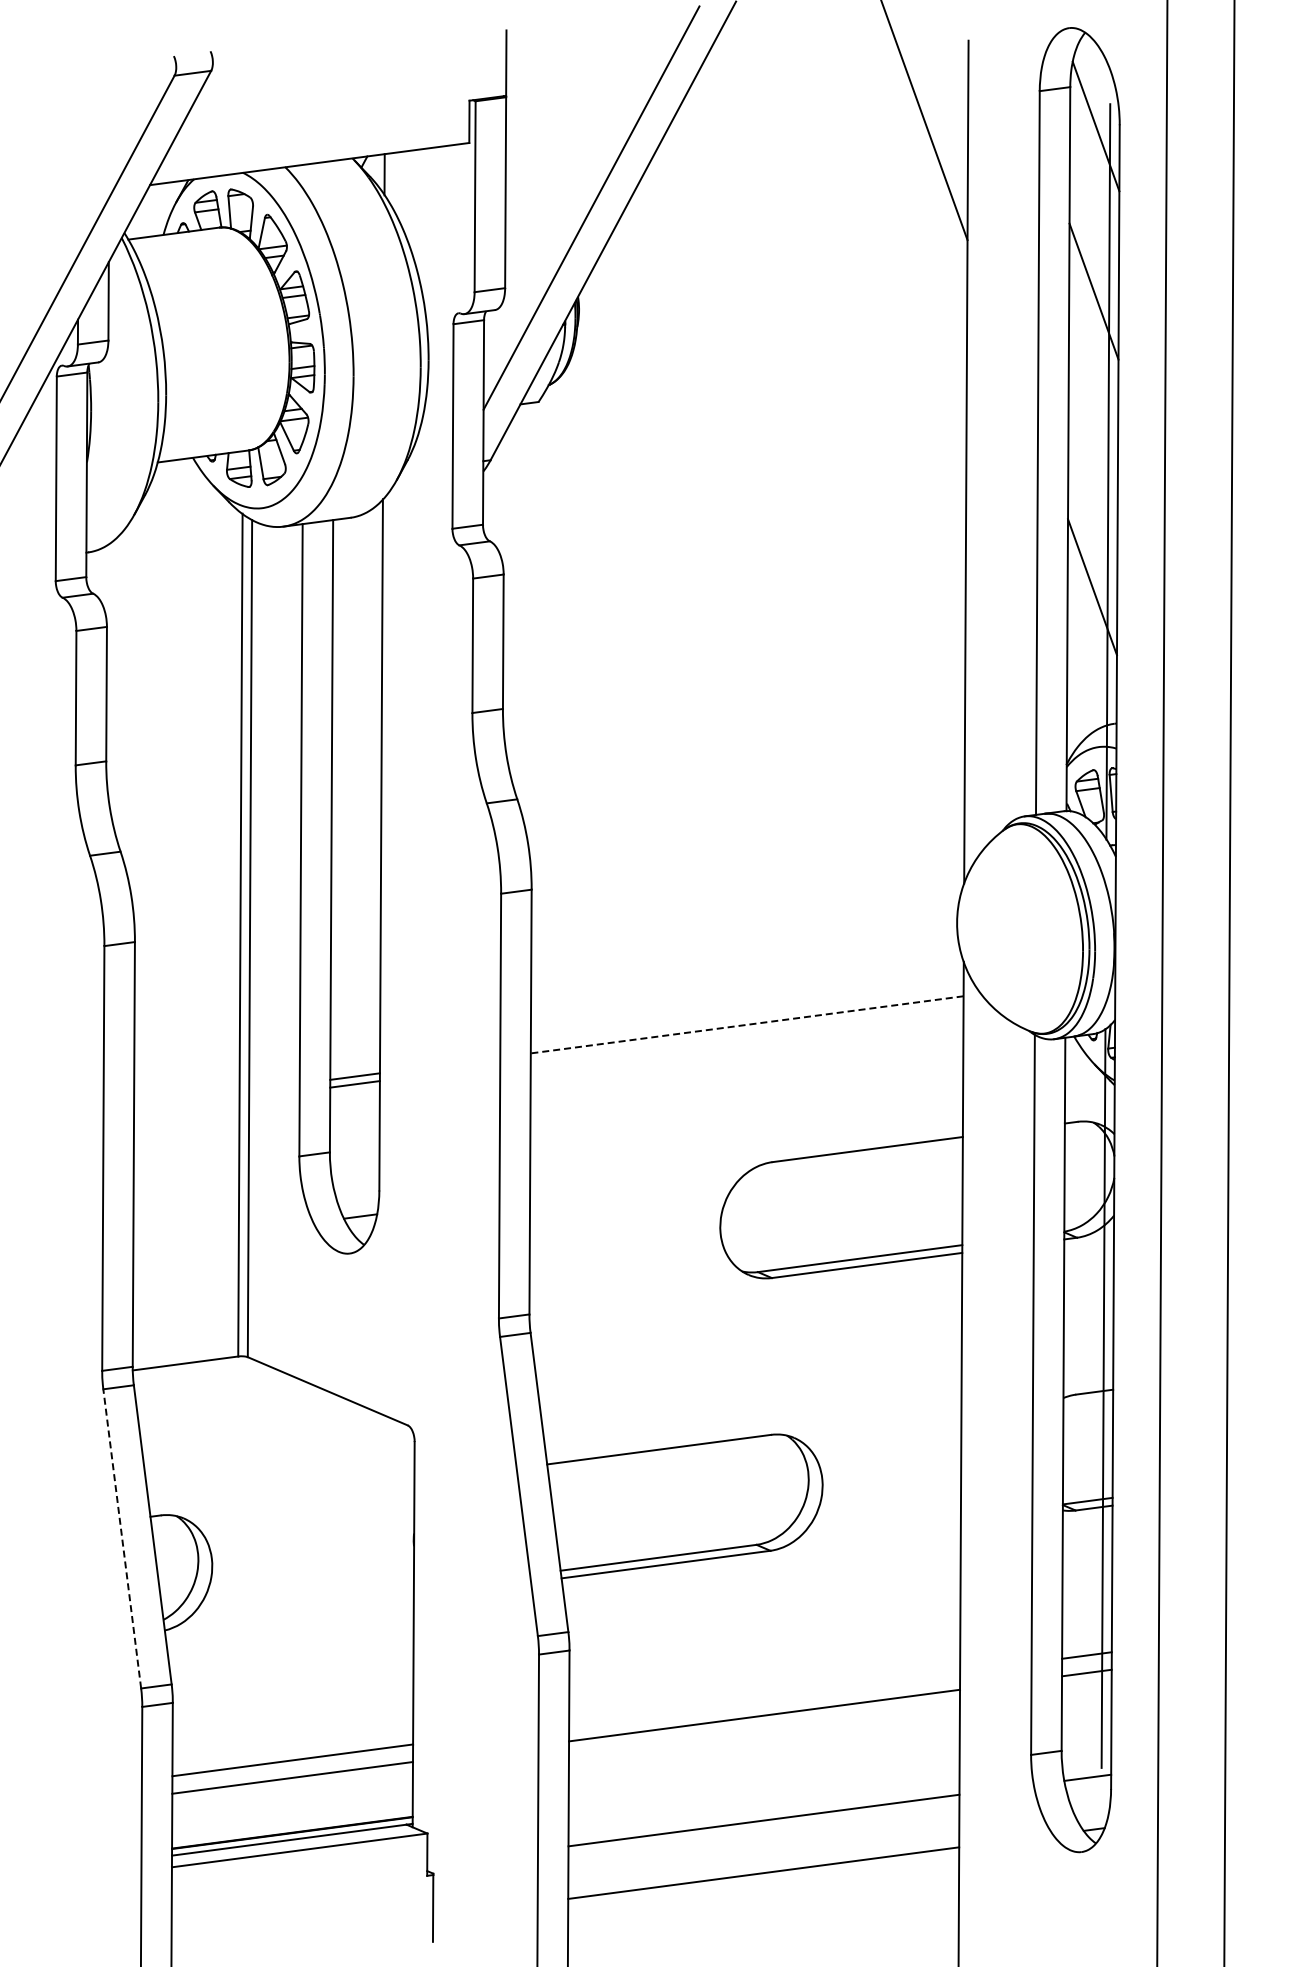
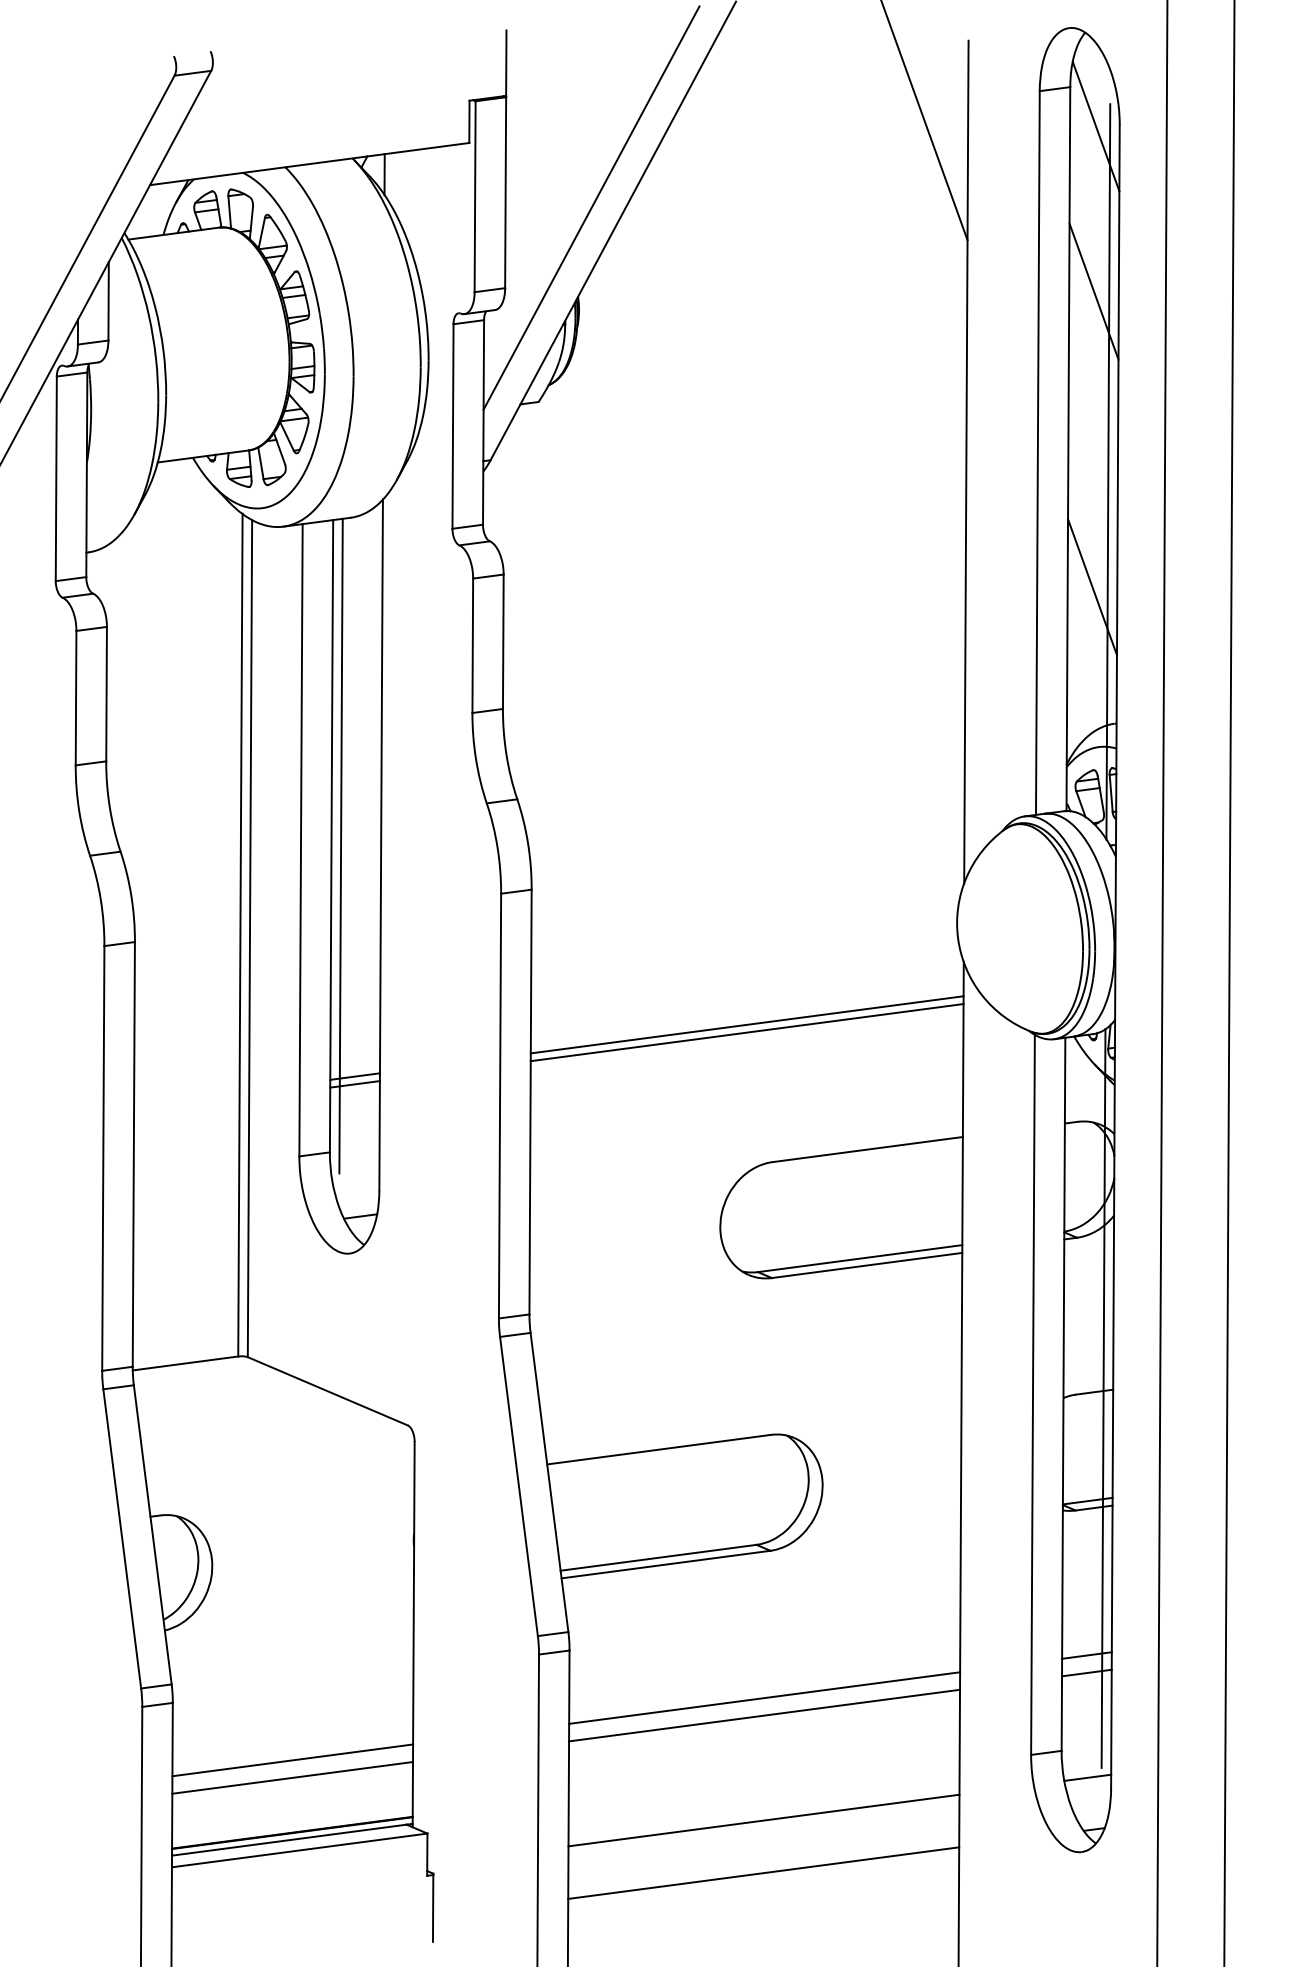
line at (340, 845): none -> present
line at (746, 1024): dashed -> solid
line at (746, 1032): none -> present
line at (122, 1538): dashed -> solid
line at (764, 1697): none -> present
